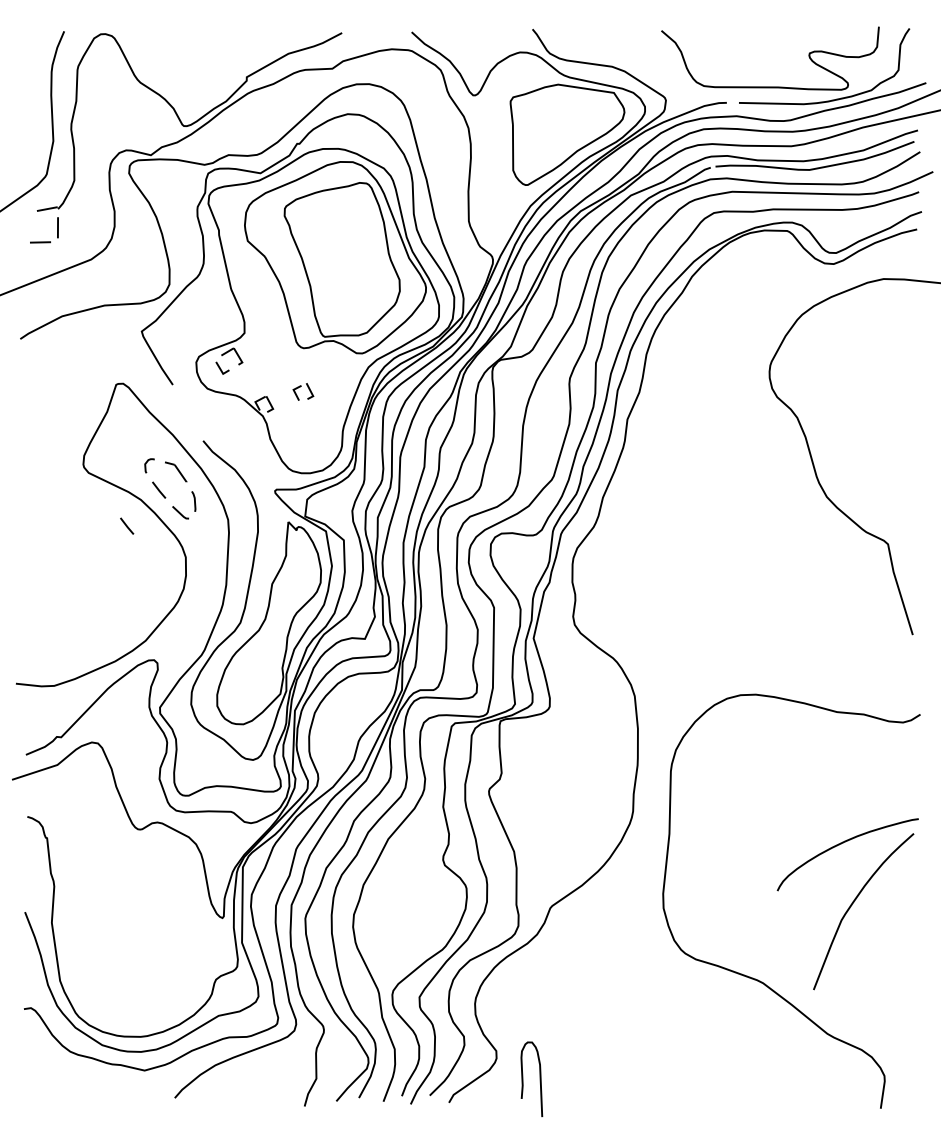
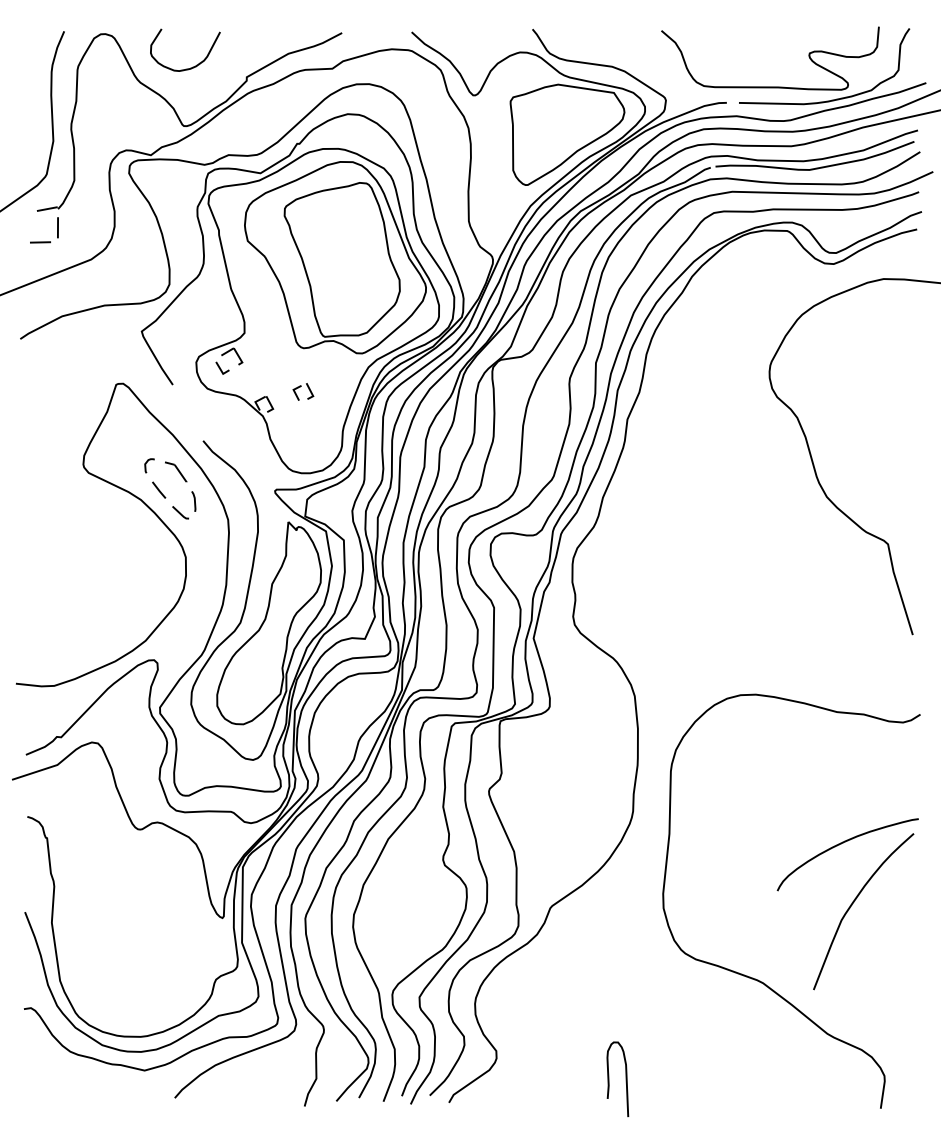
curve at (192, 66): none -> present
line at (127, 525): present -> none
curve at (523, 1078) position: (523, 1078) -> (609, 1078)
